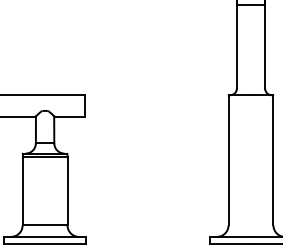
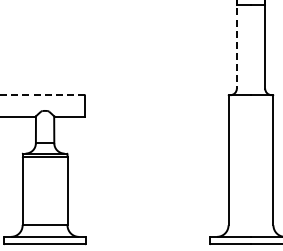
line at (236, 44): solid -> dashed
line at (42, 95): solid -> dashed
